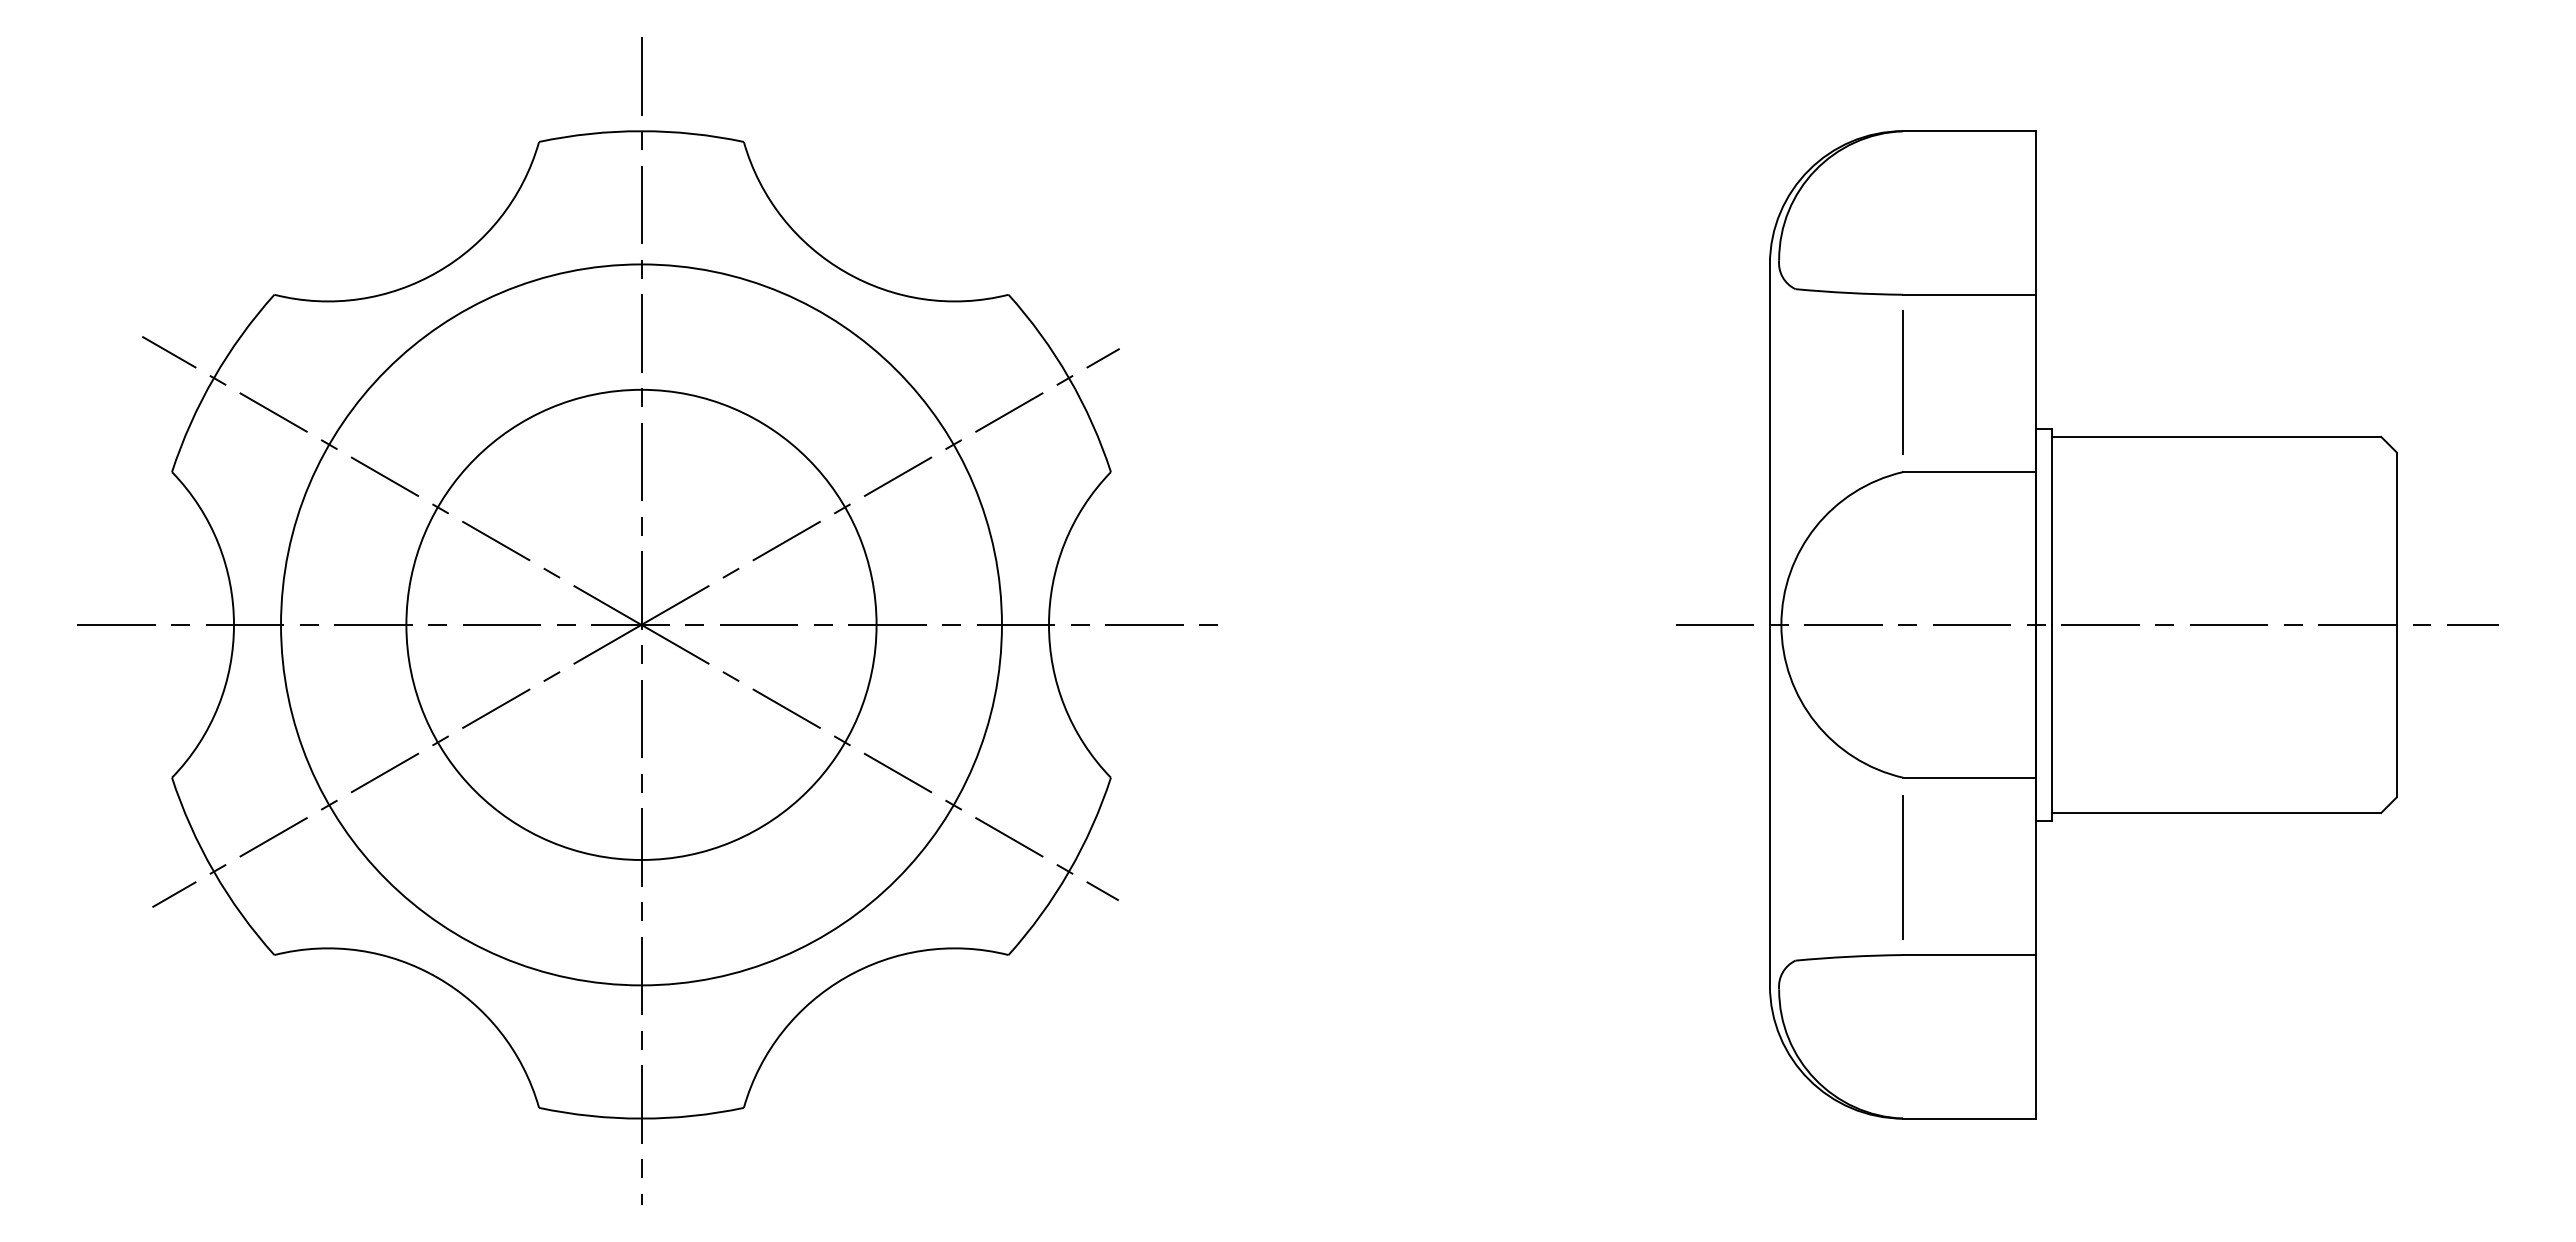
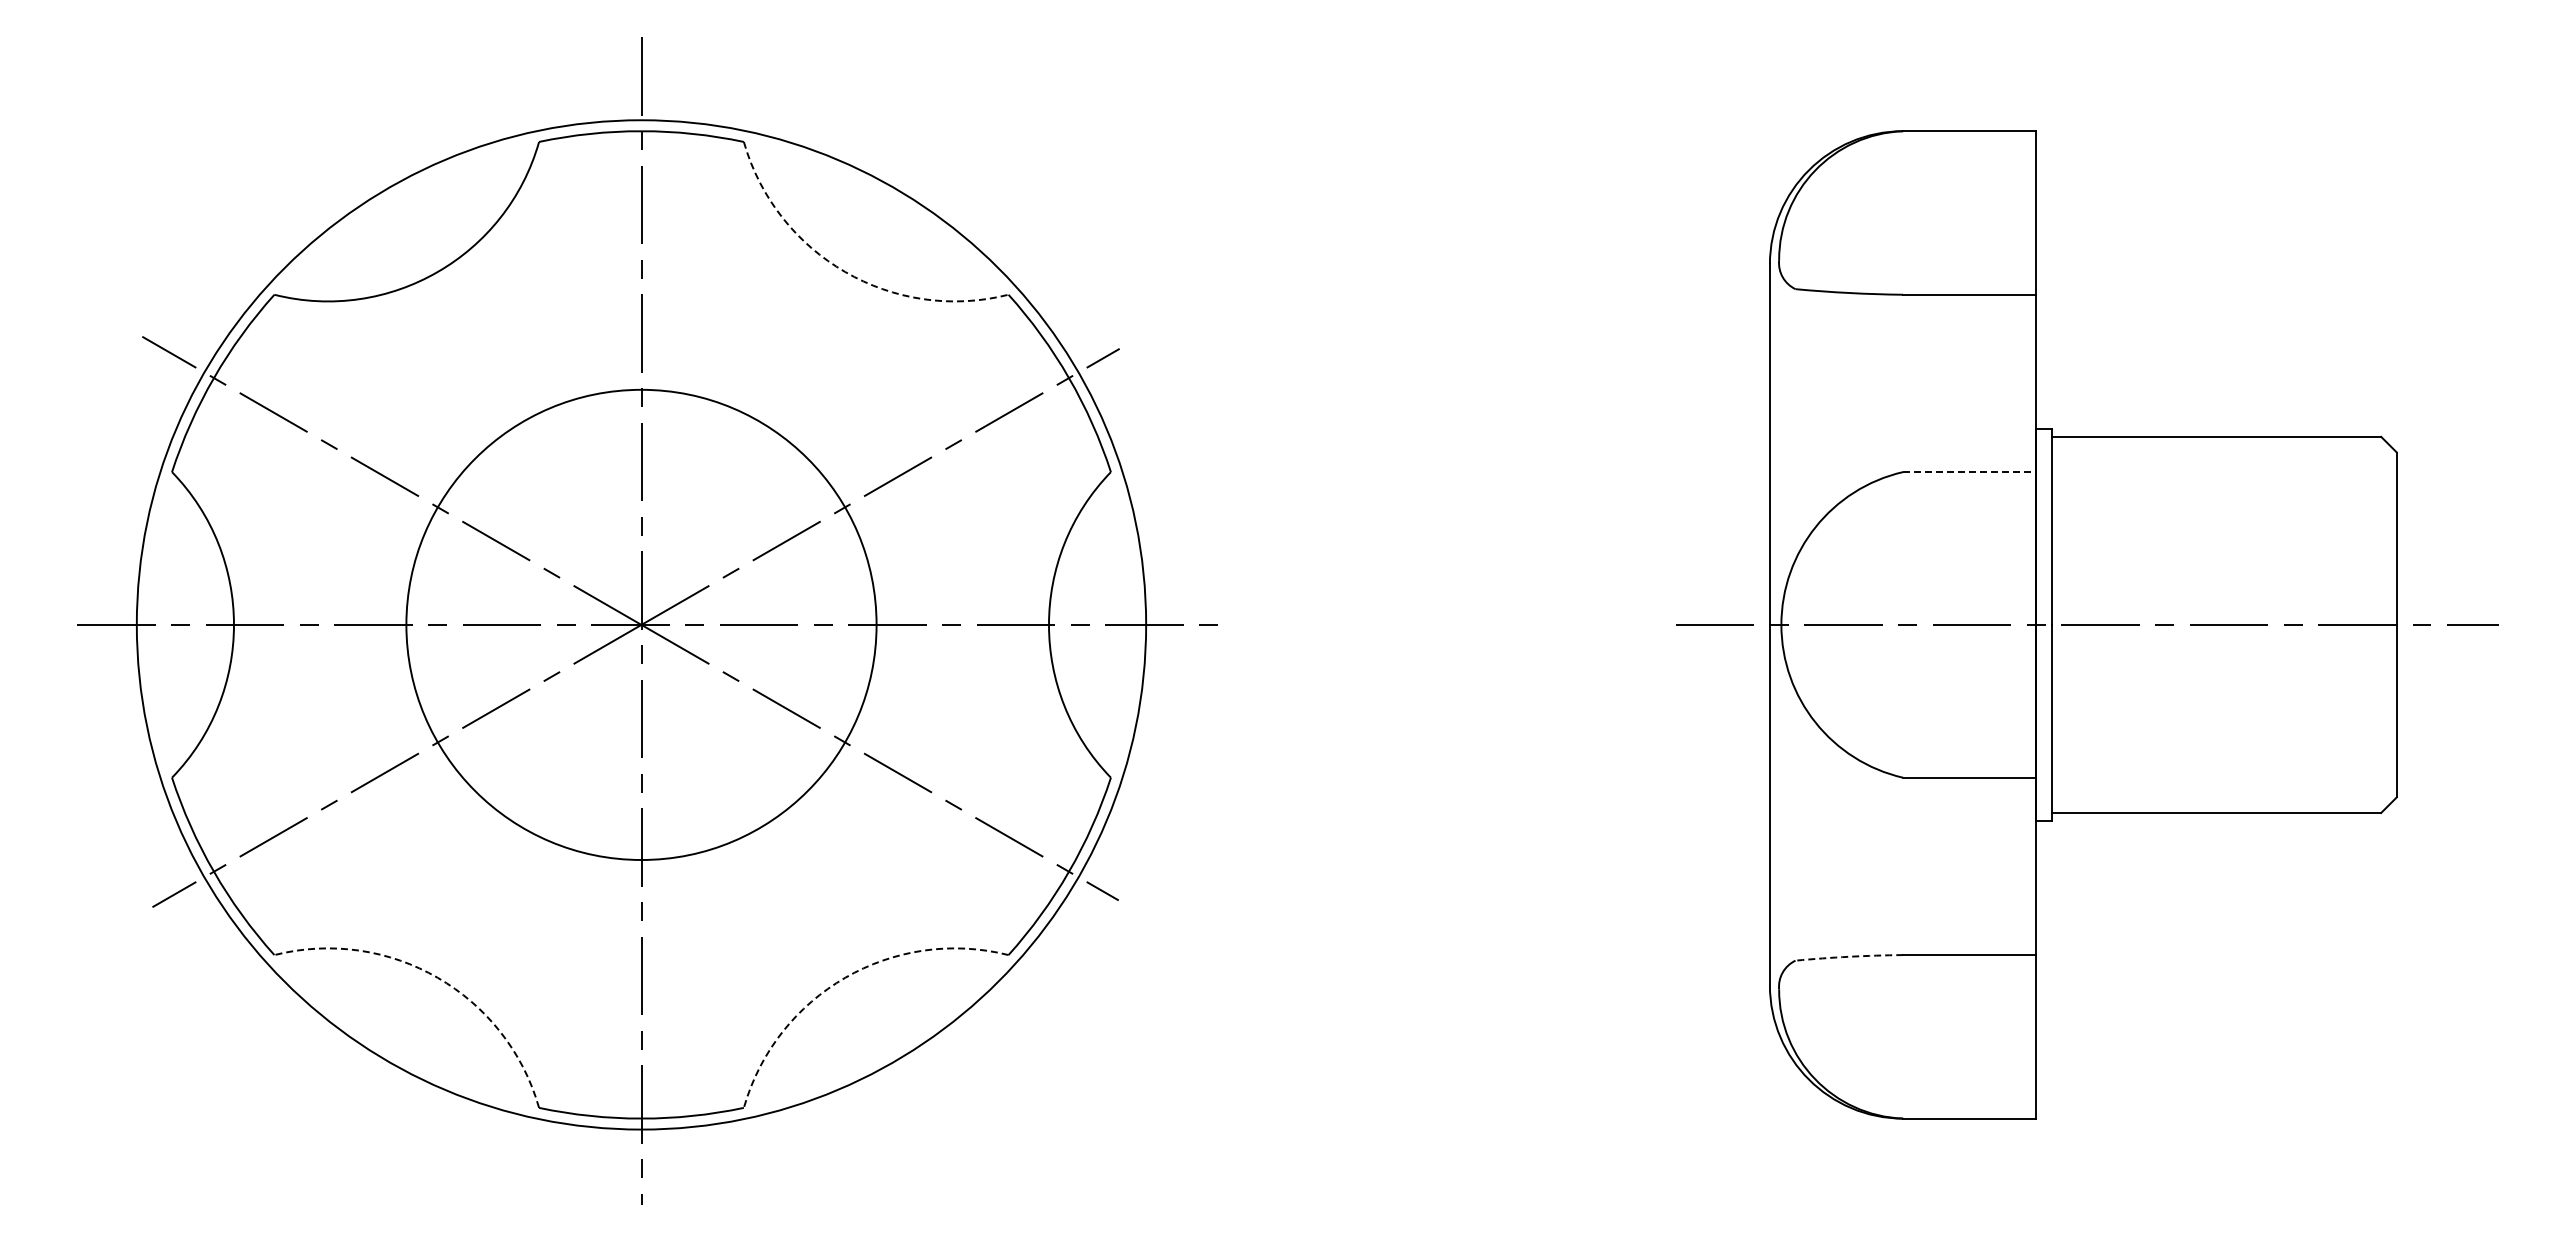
arc at (845, 272): solid -> dashed
line at (1903, 382): present -> none
line at (1969, 472): solid -> dashed
circle at (641, 624) diameter: 721 px -> 1009 px
line at (1902, 867): present -> none
arc at (1849, 956): solid -> dashed
arc at (437, 977): solid -> dashed
arc at (845, 977): solid -> dashed
